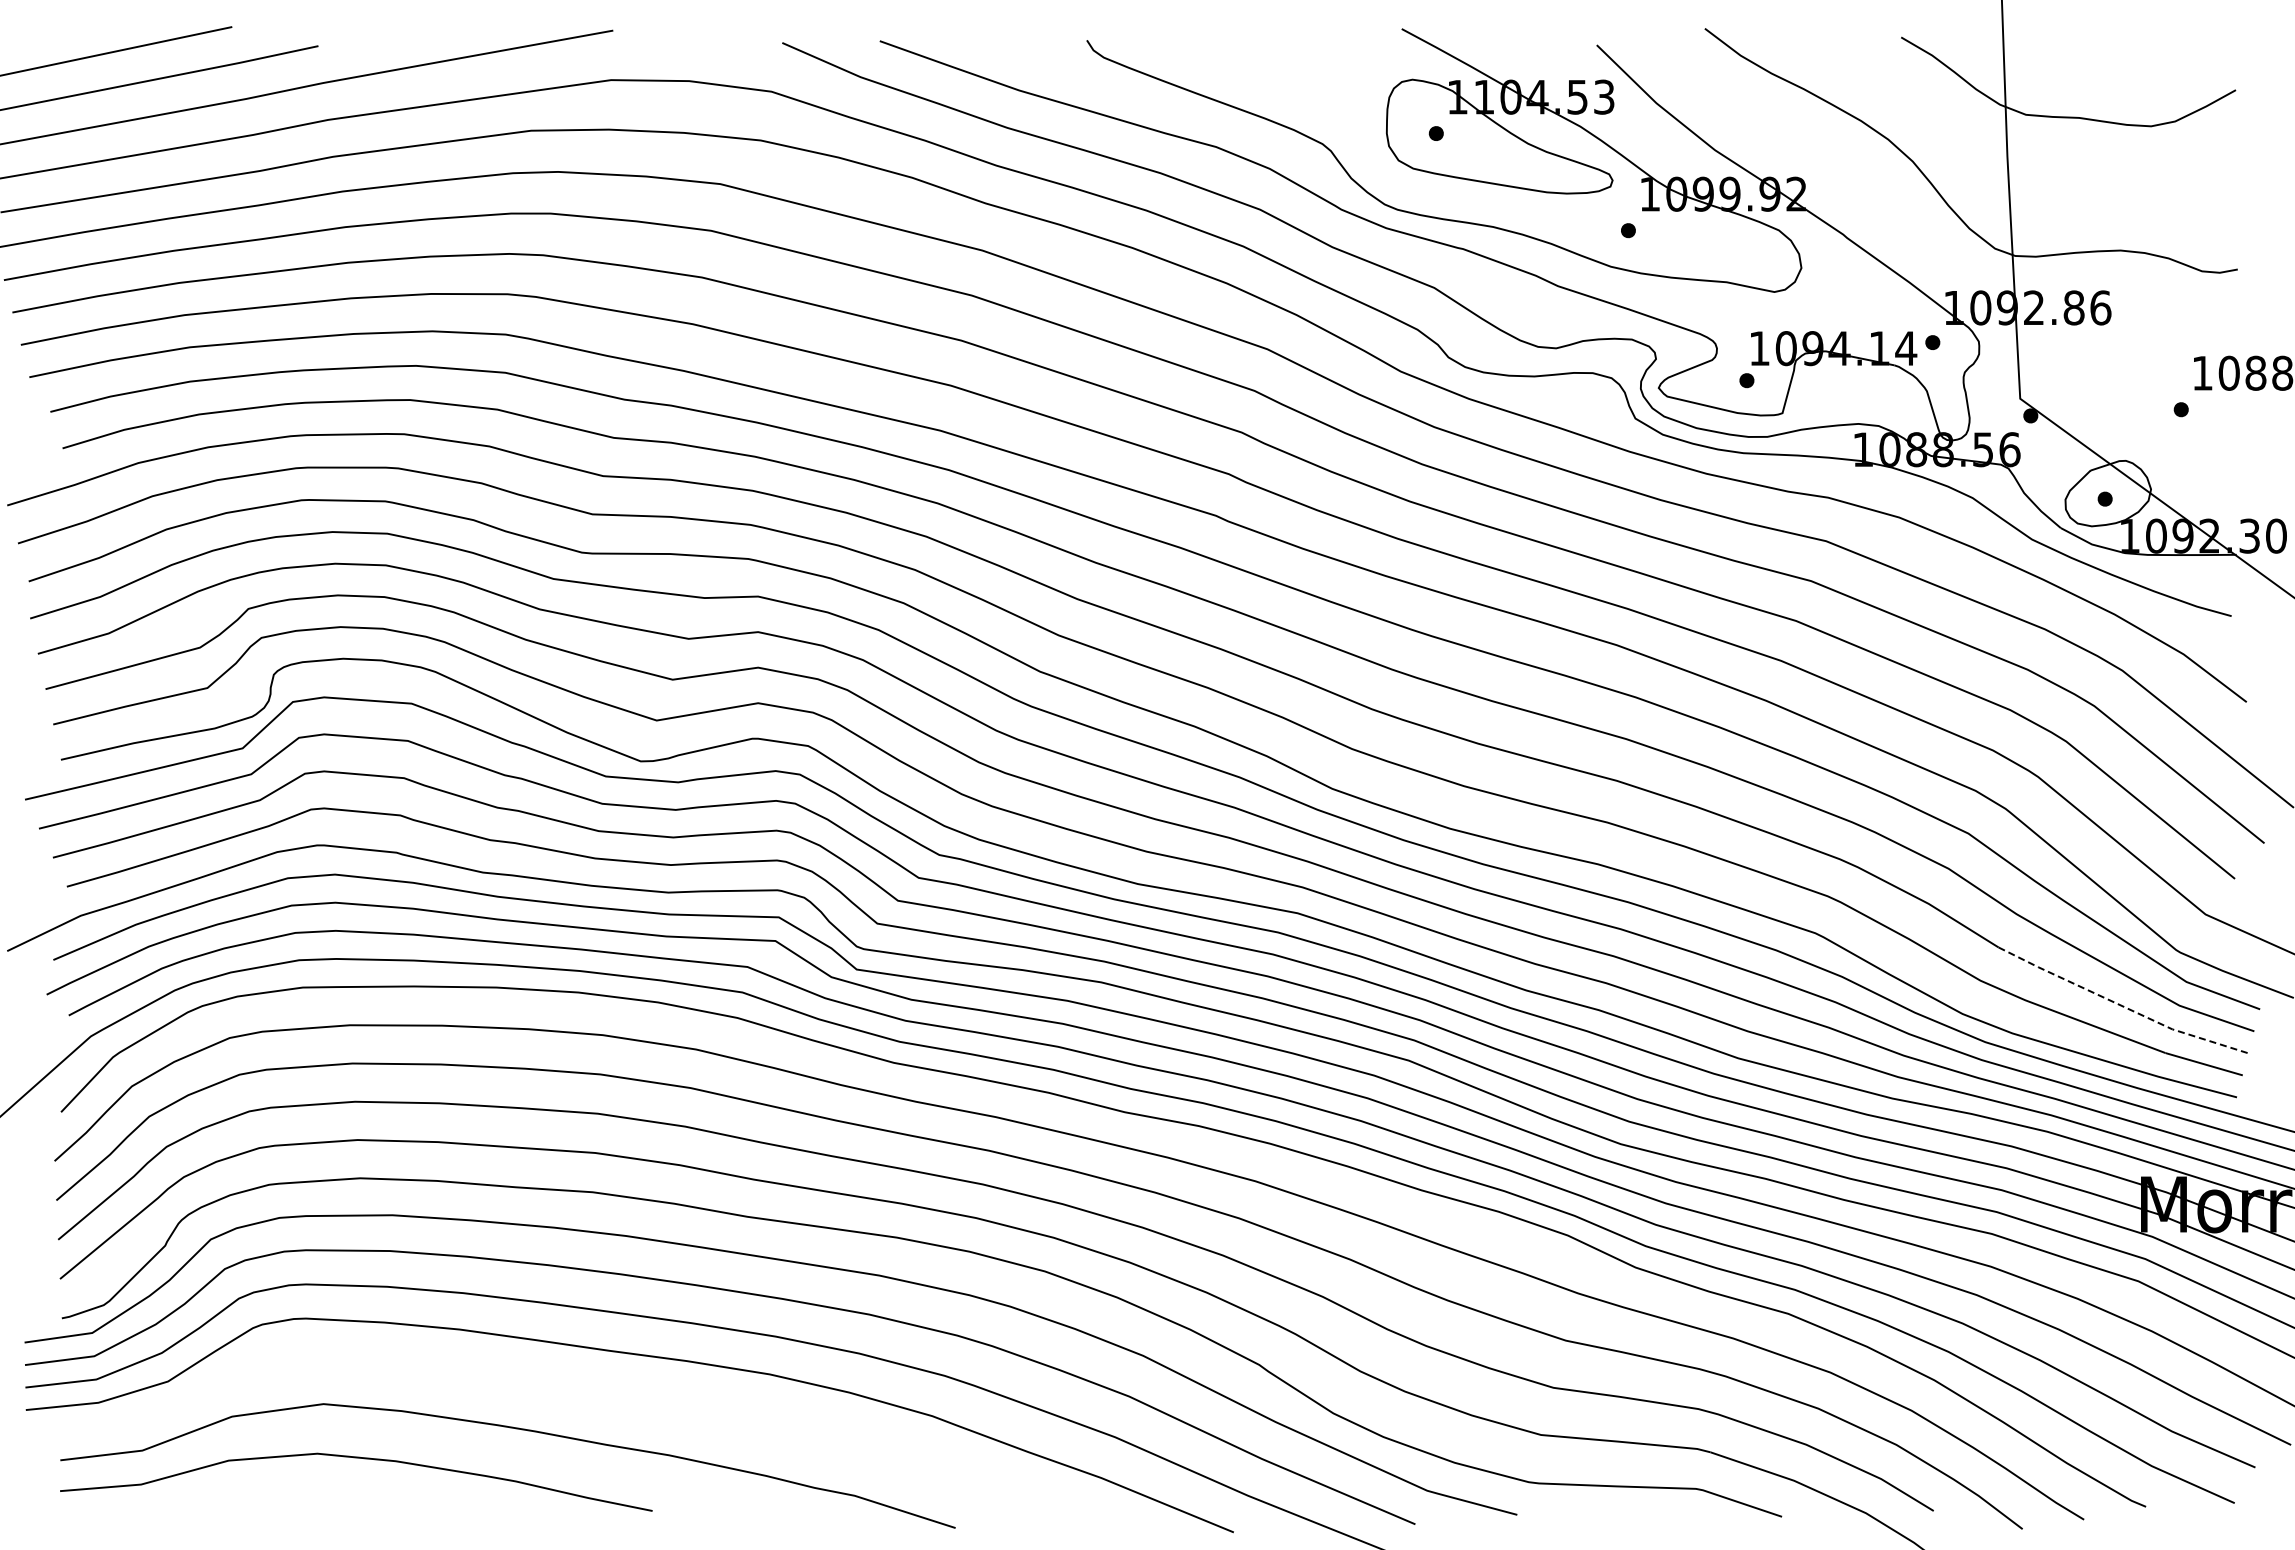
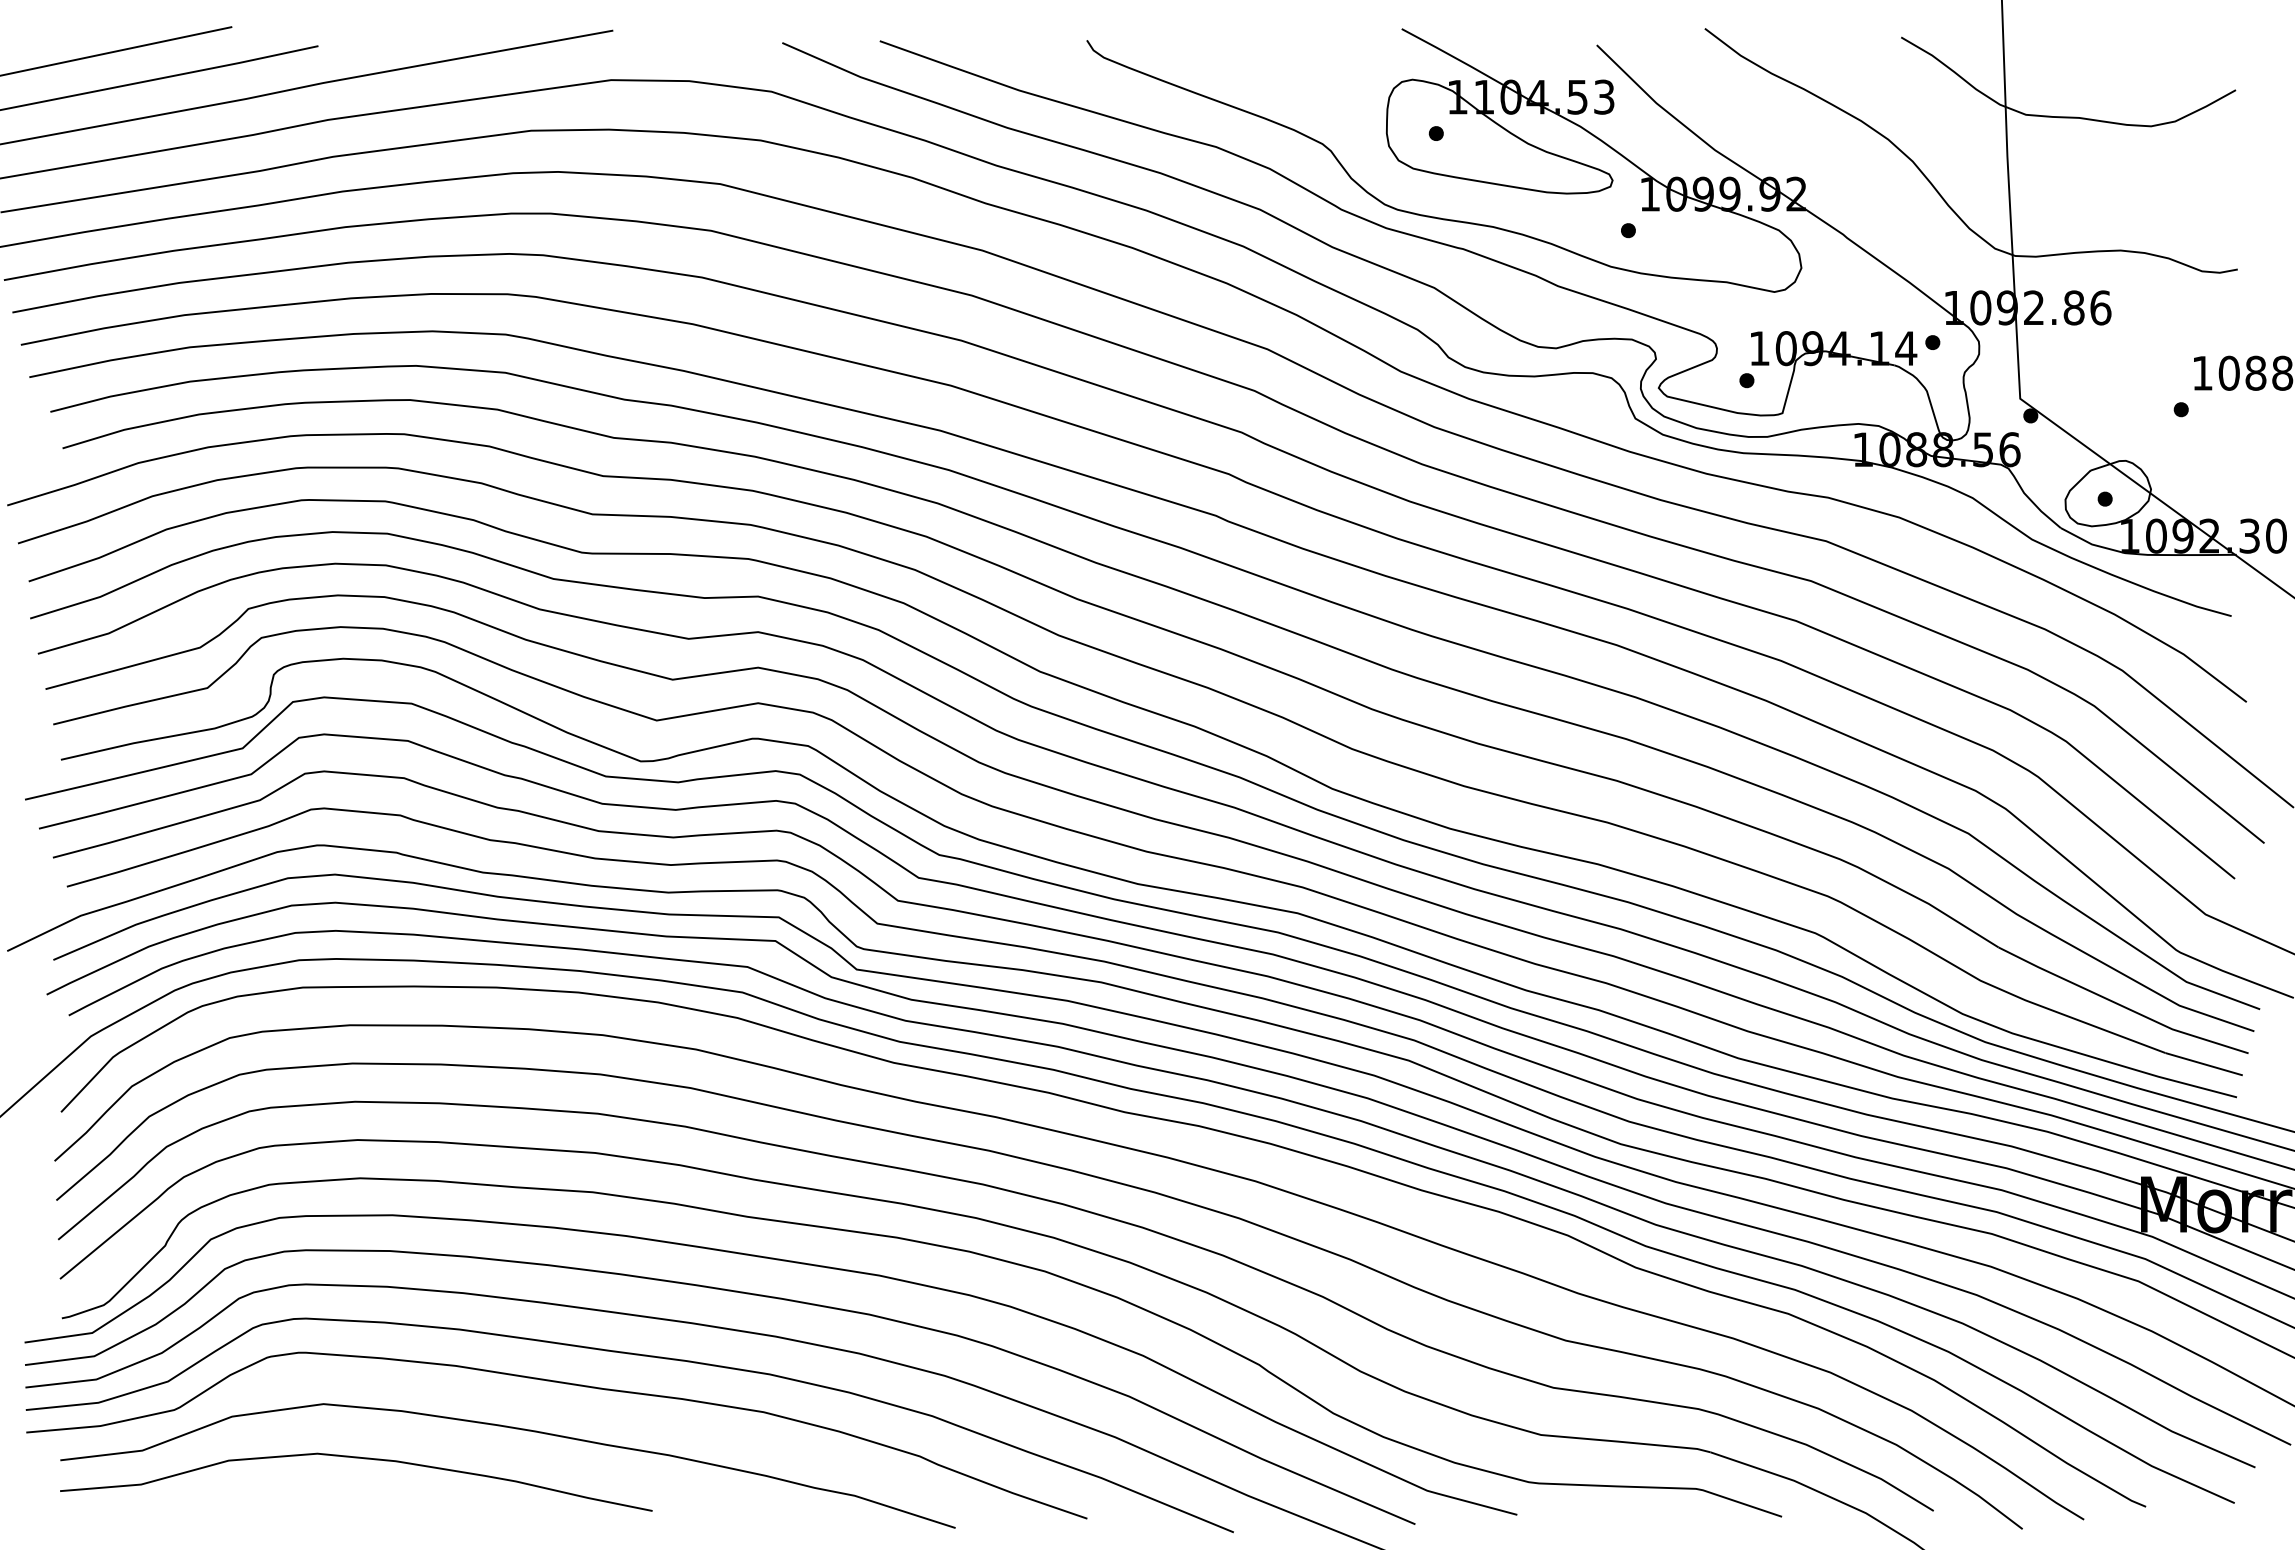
line at (2121, 1005): dashed -> solid
curve at (566, 1384): none -> present
